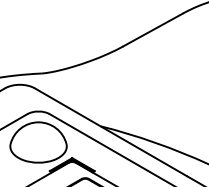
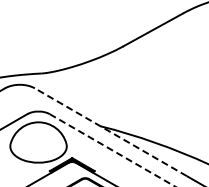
line at (110, 132): solid -> dashed
line at (112, 150): solid -> dashed
